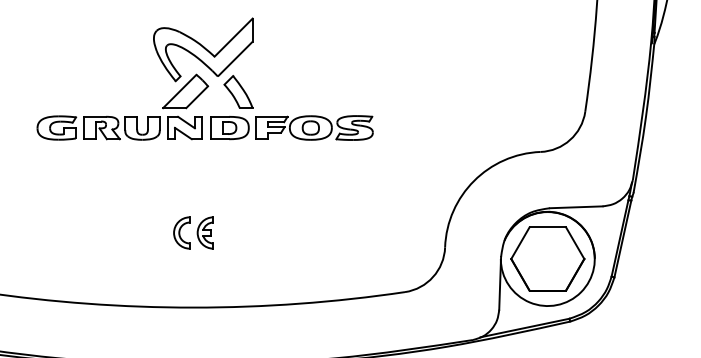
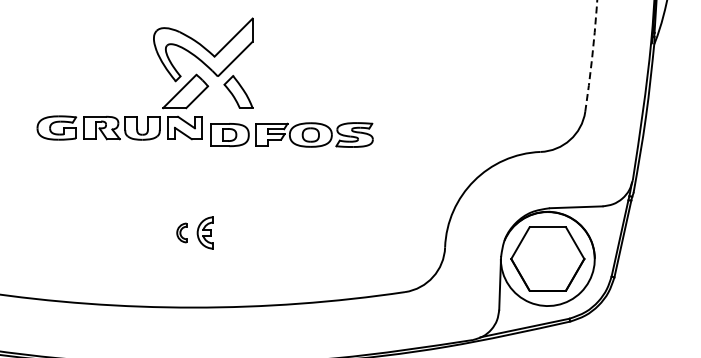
arc at (592, 56): solid -> dashed
part at (291, 127) position: (291, 127) -> (291, 134)
part at (181, 232) size: 18x34 px -> 12x22 px
